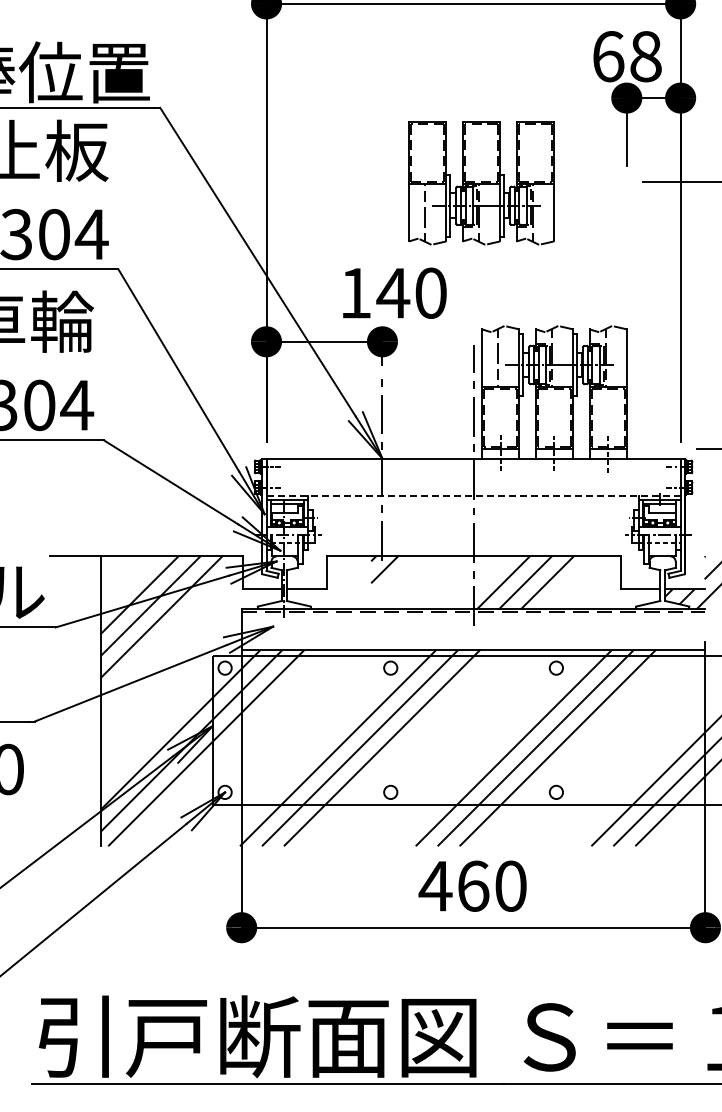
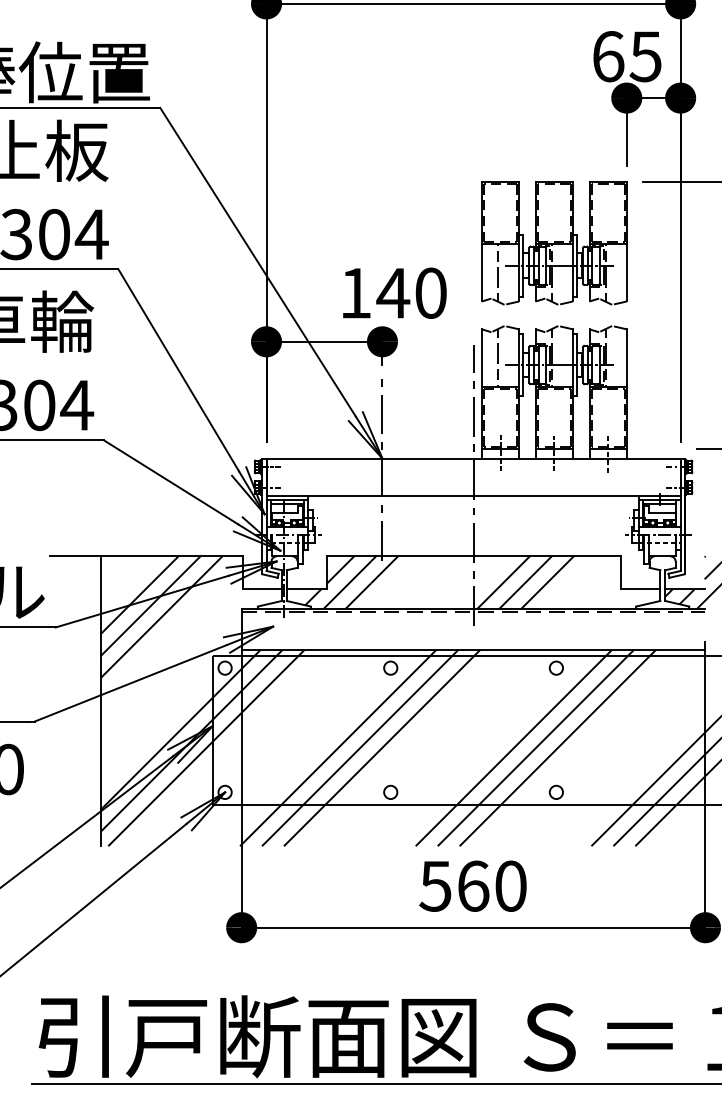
text at (645, 56): 68 -> 65
part at (481, 183) position: (481, 183) -> (554, 243)
line at (474, 495): dashed -> solid
hatch at (338, 582): none -> present
text at (435, 886): 460 -> 560
